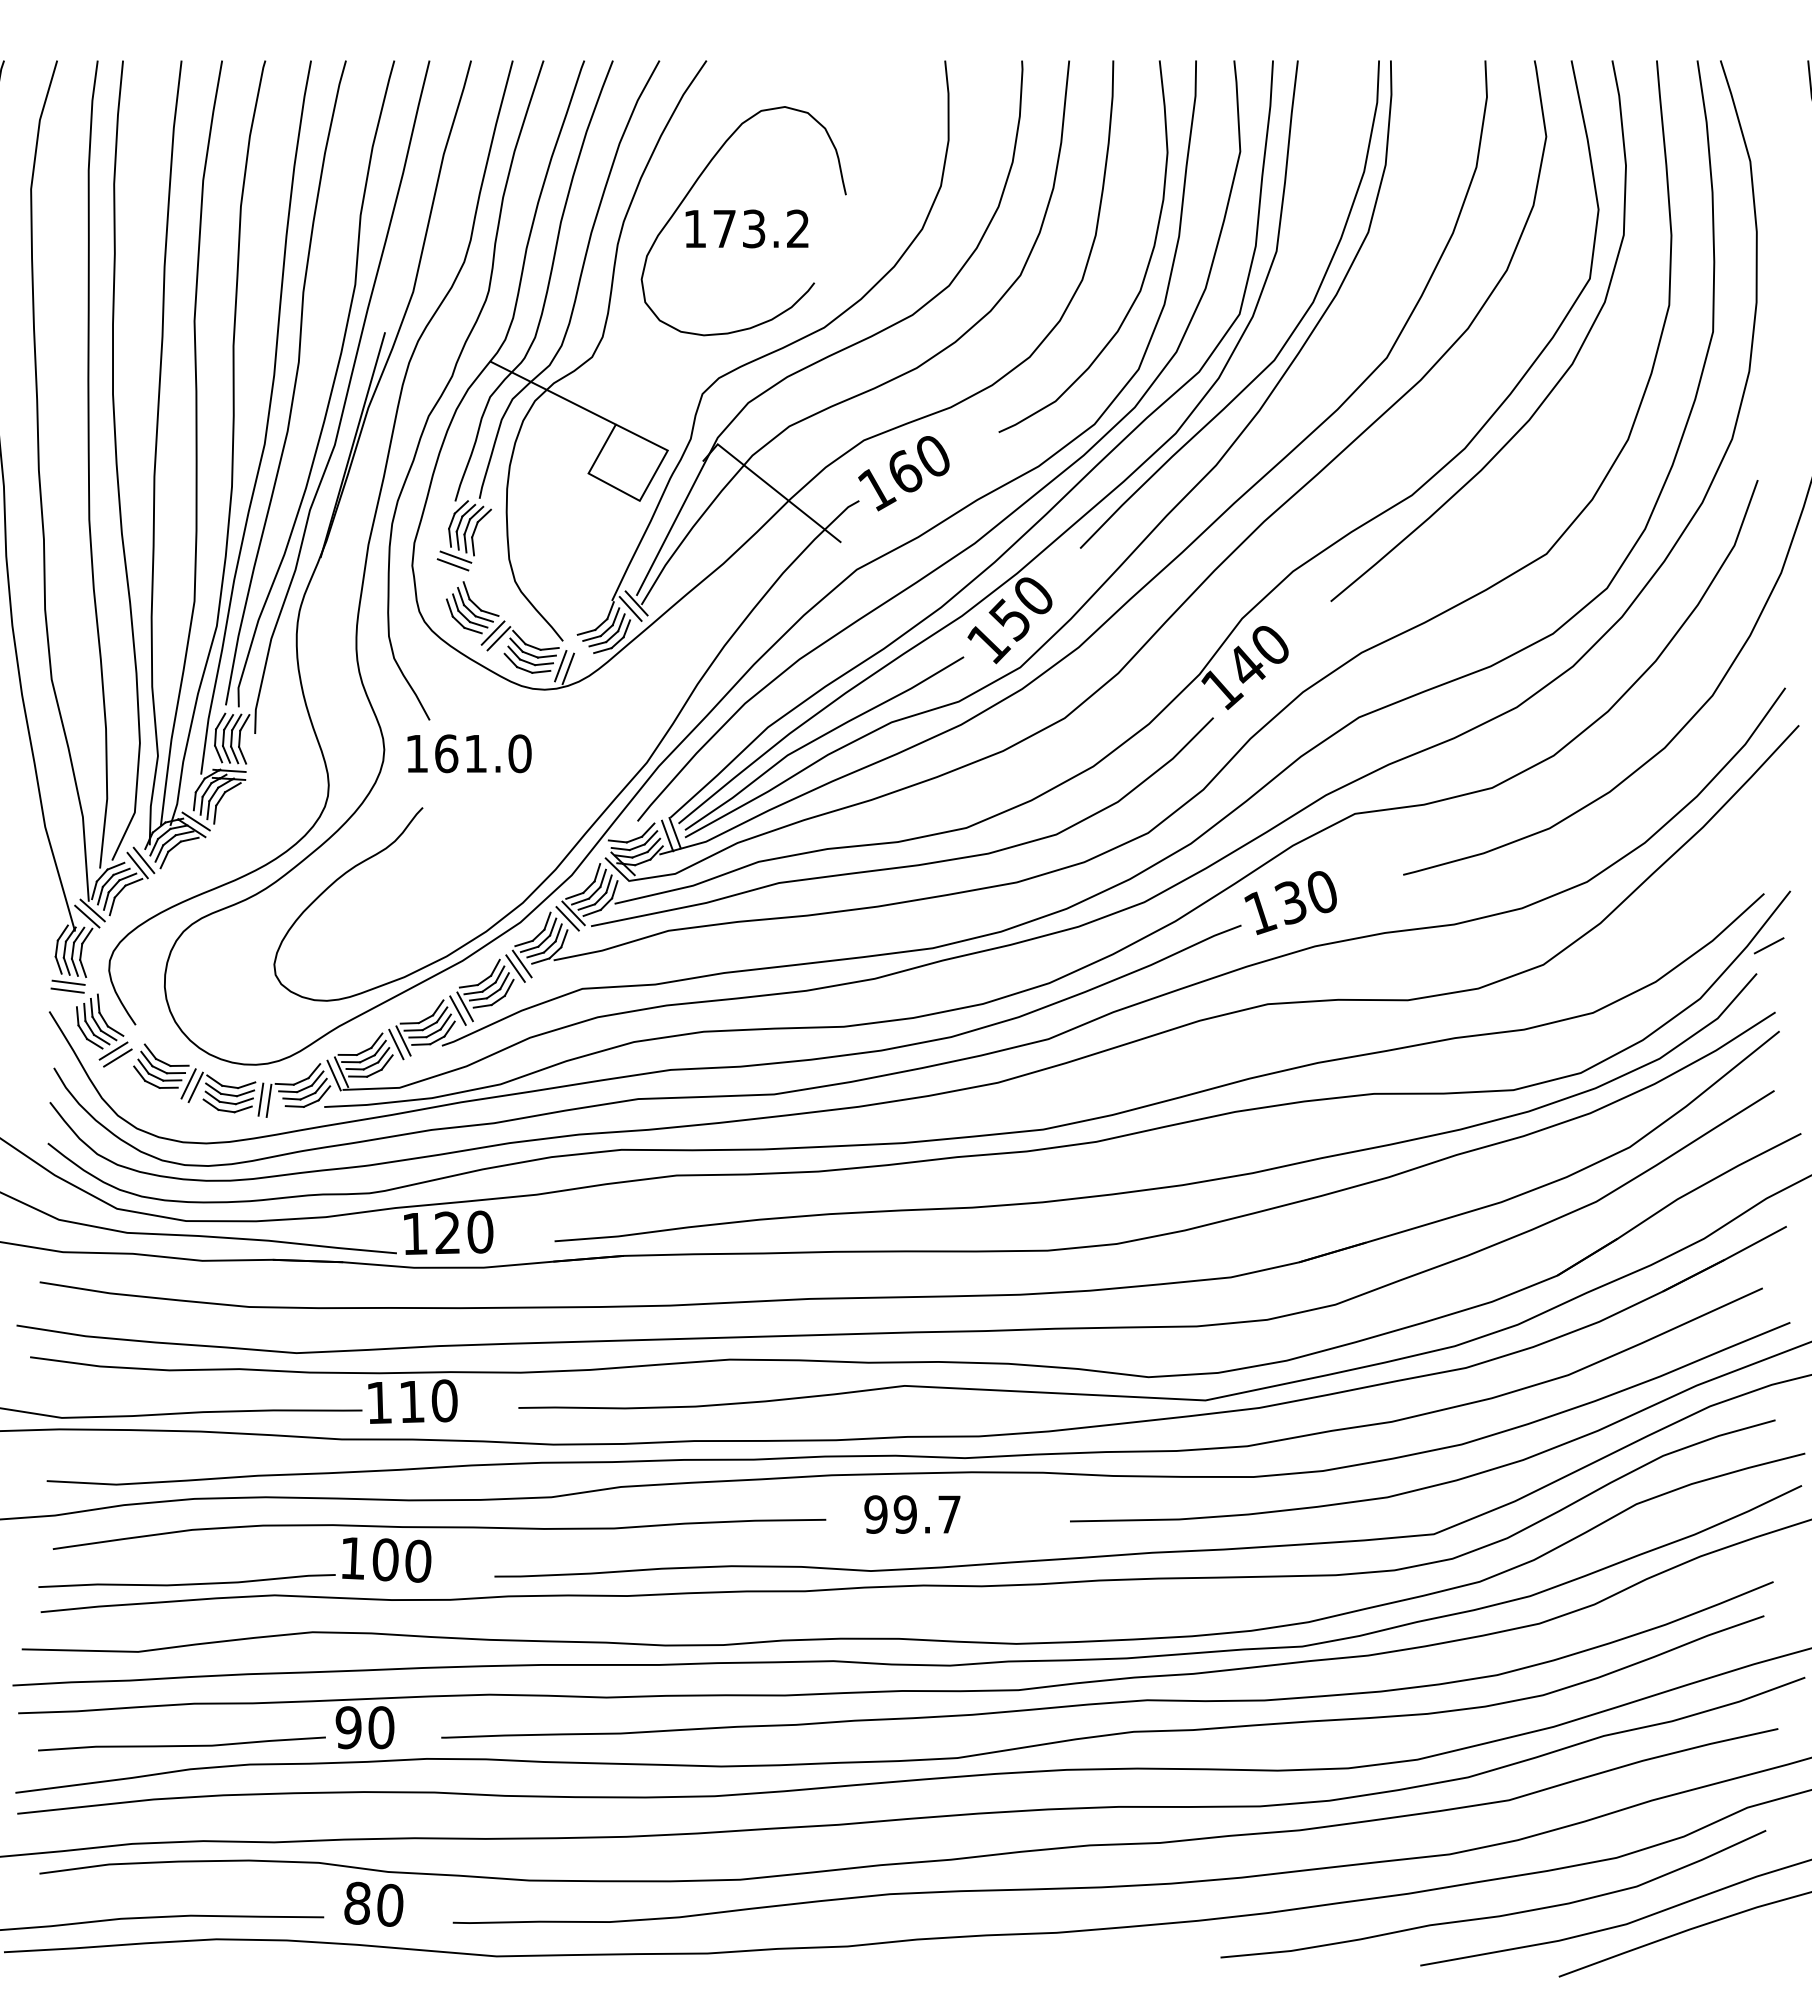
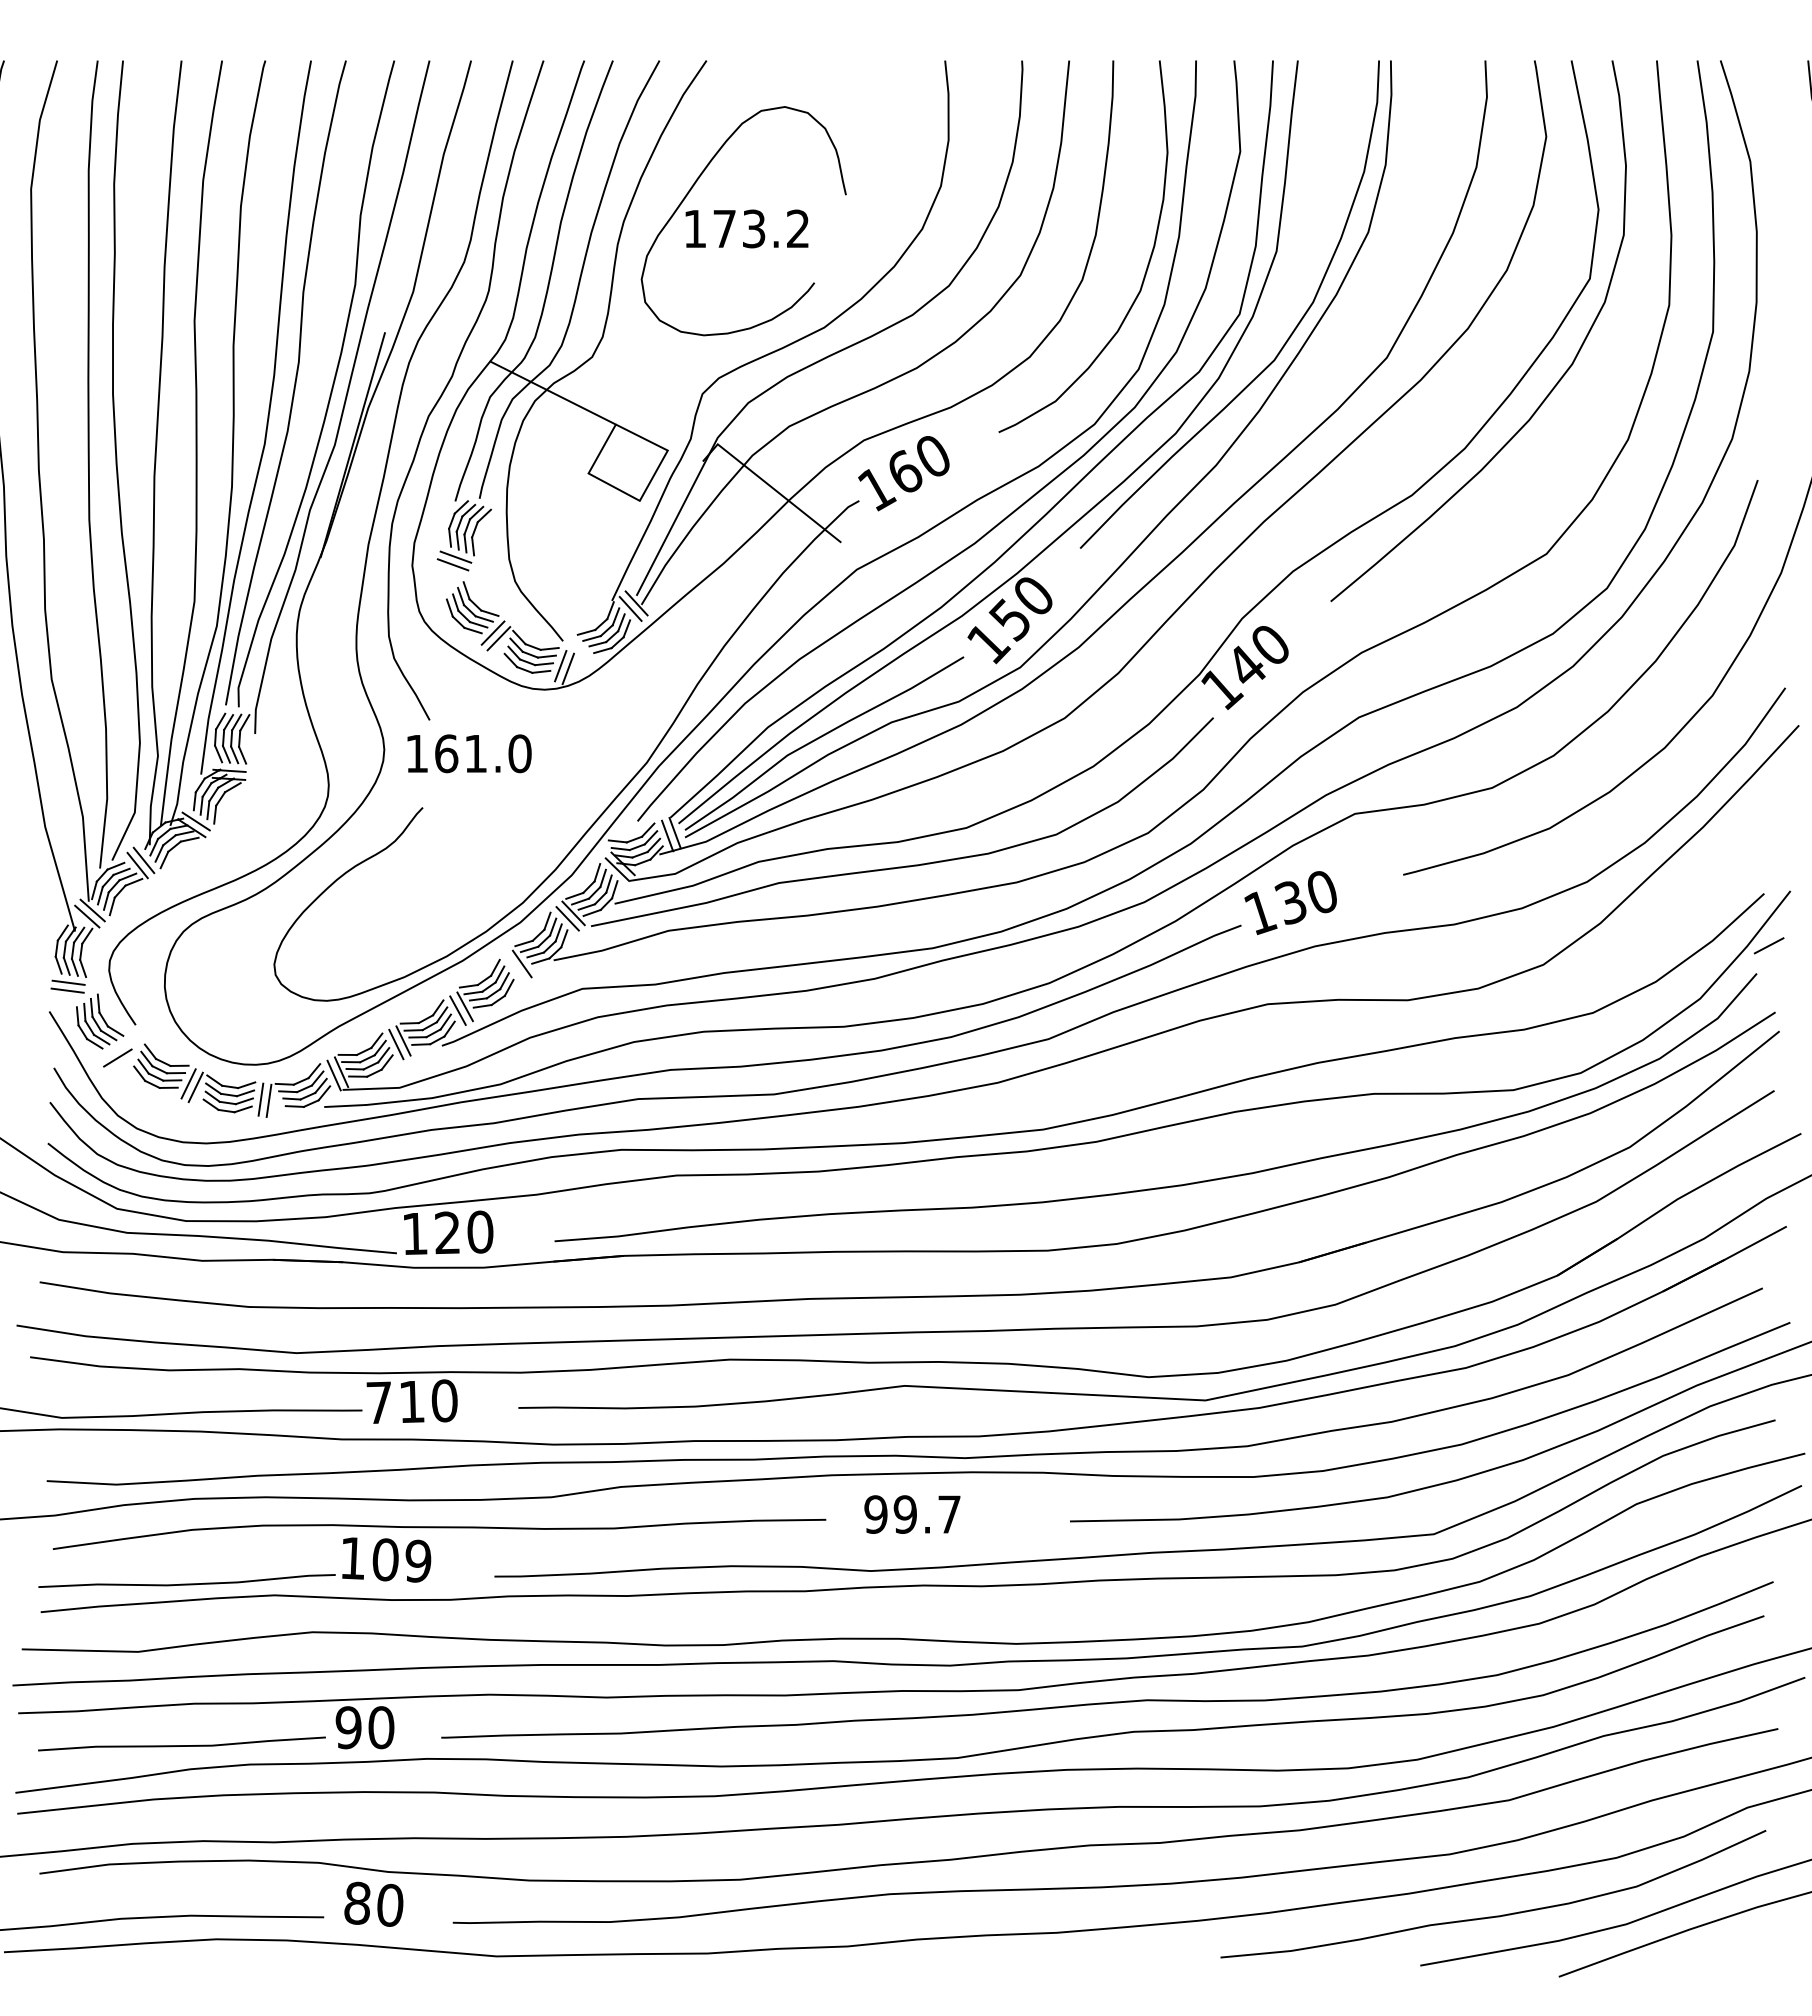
line at (515, 968): present -> none
line at (113, 1050): present -> none
text at (378, 1402): 110 -> 710
text at (418, 1560): 100 -> 109
